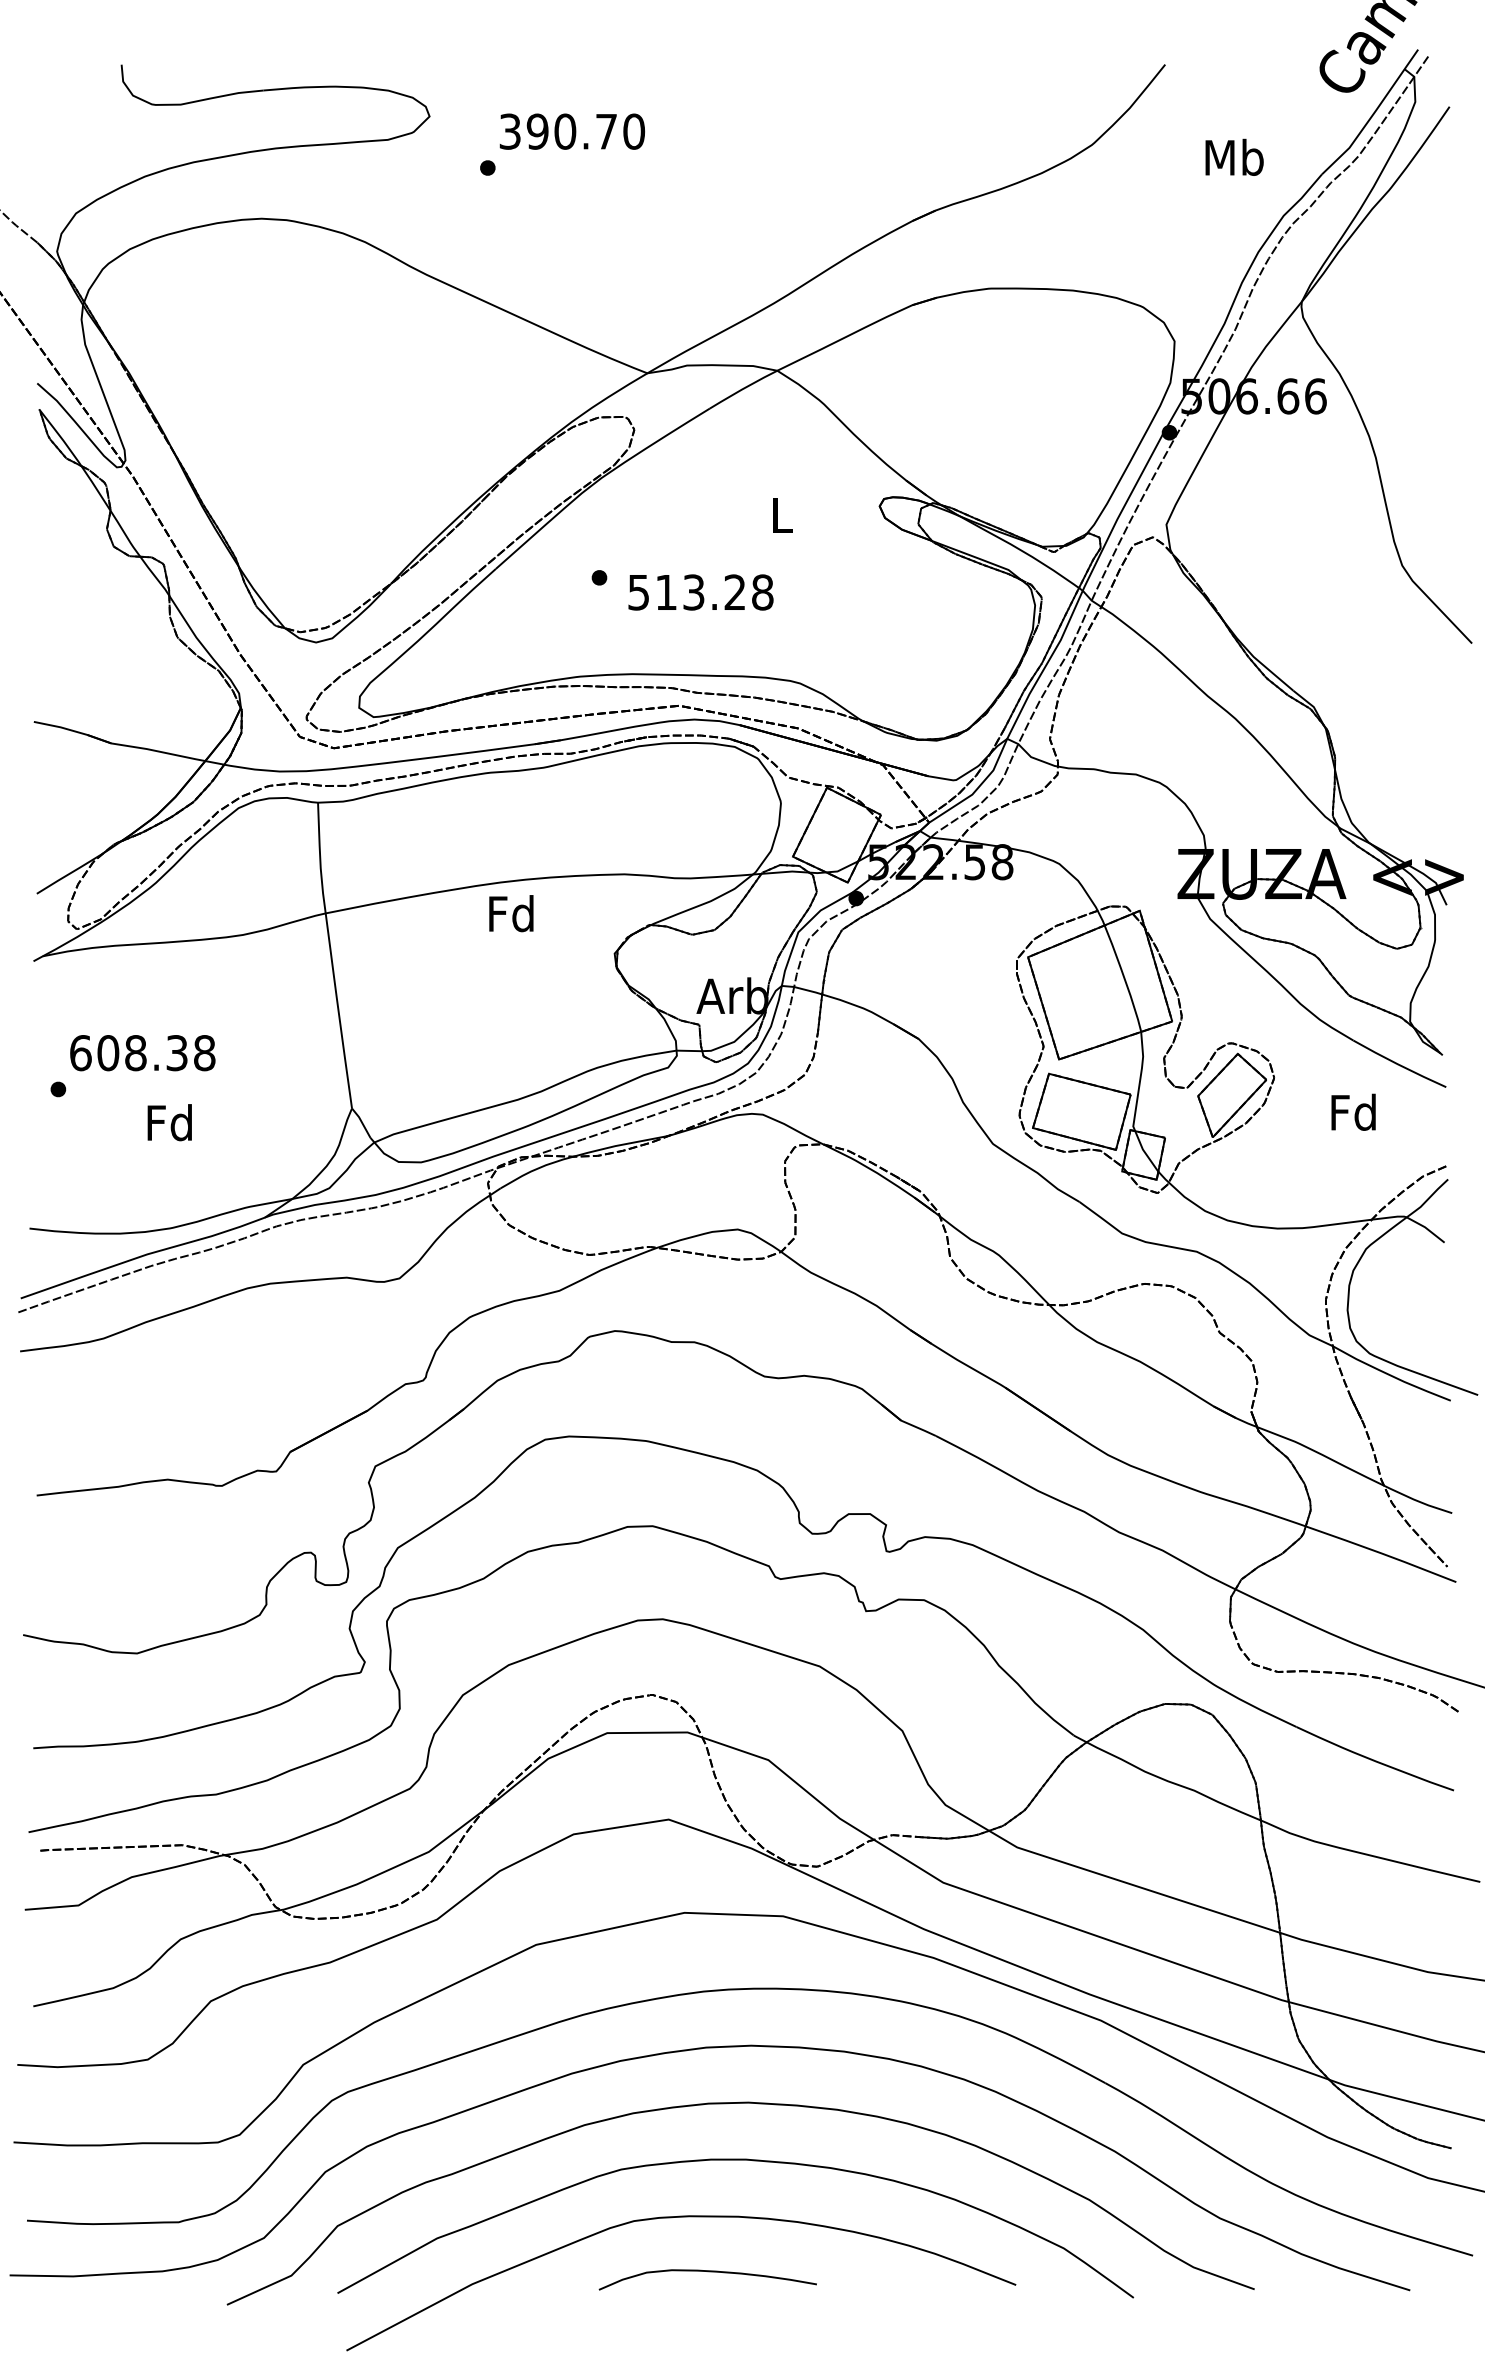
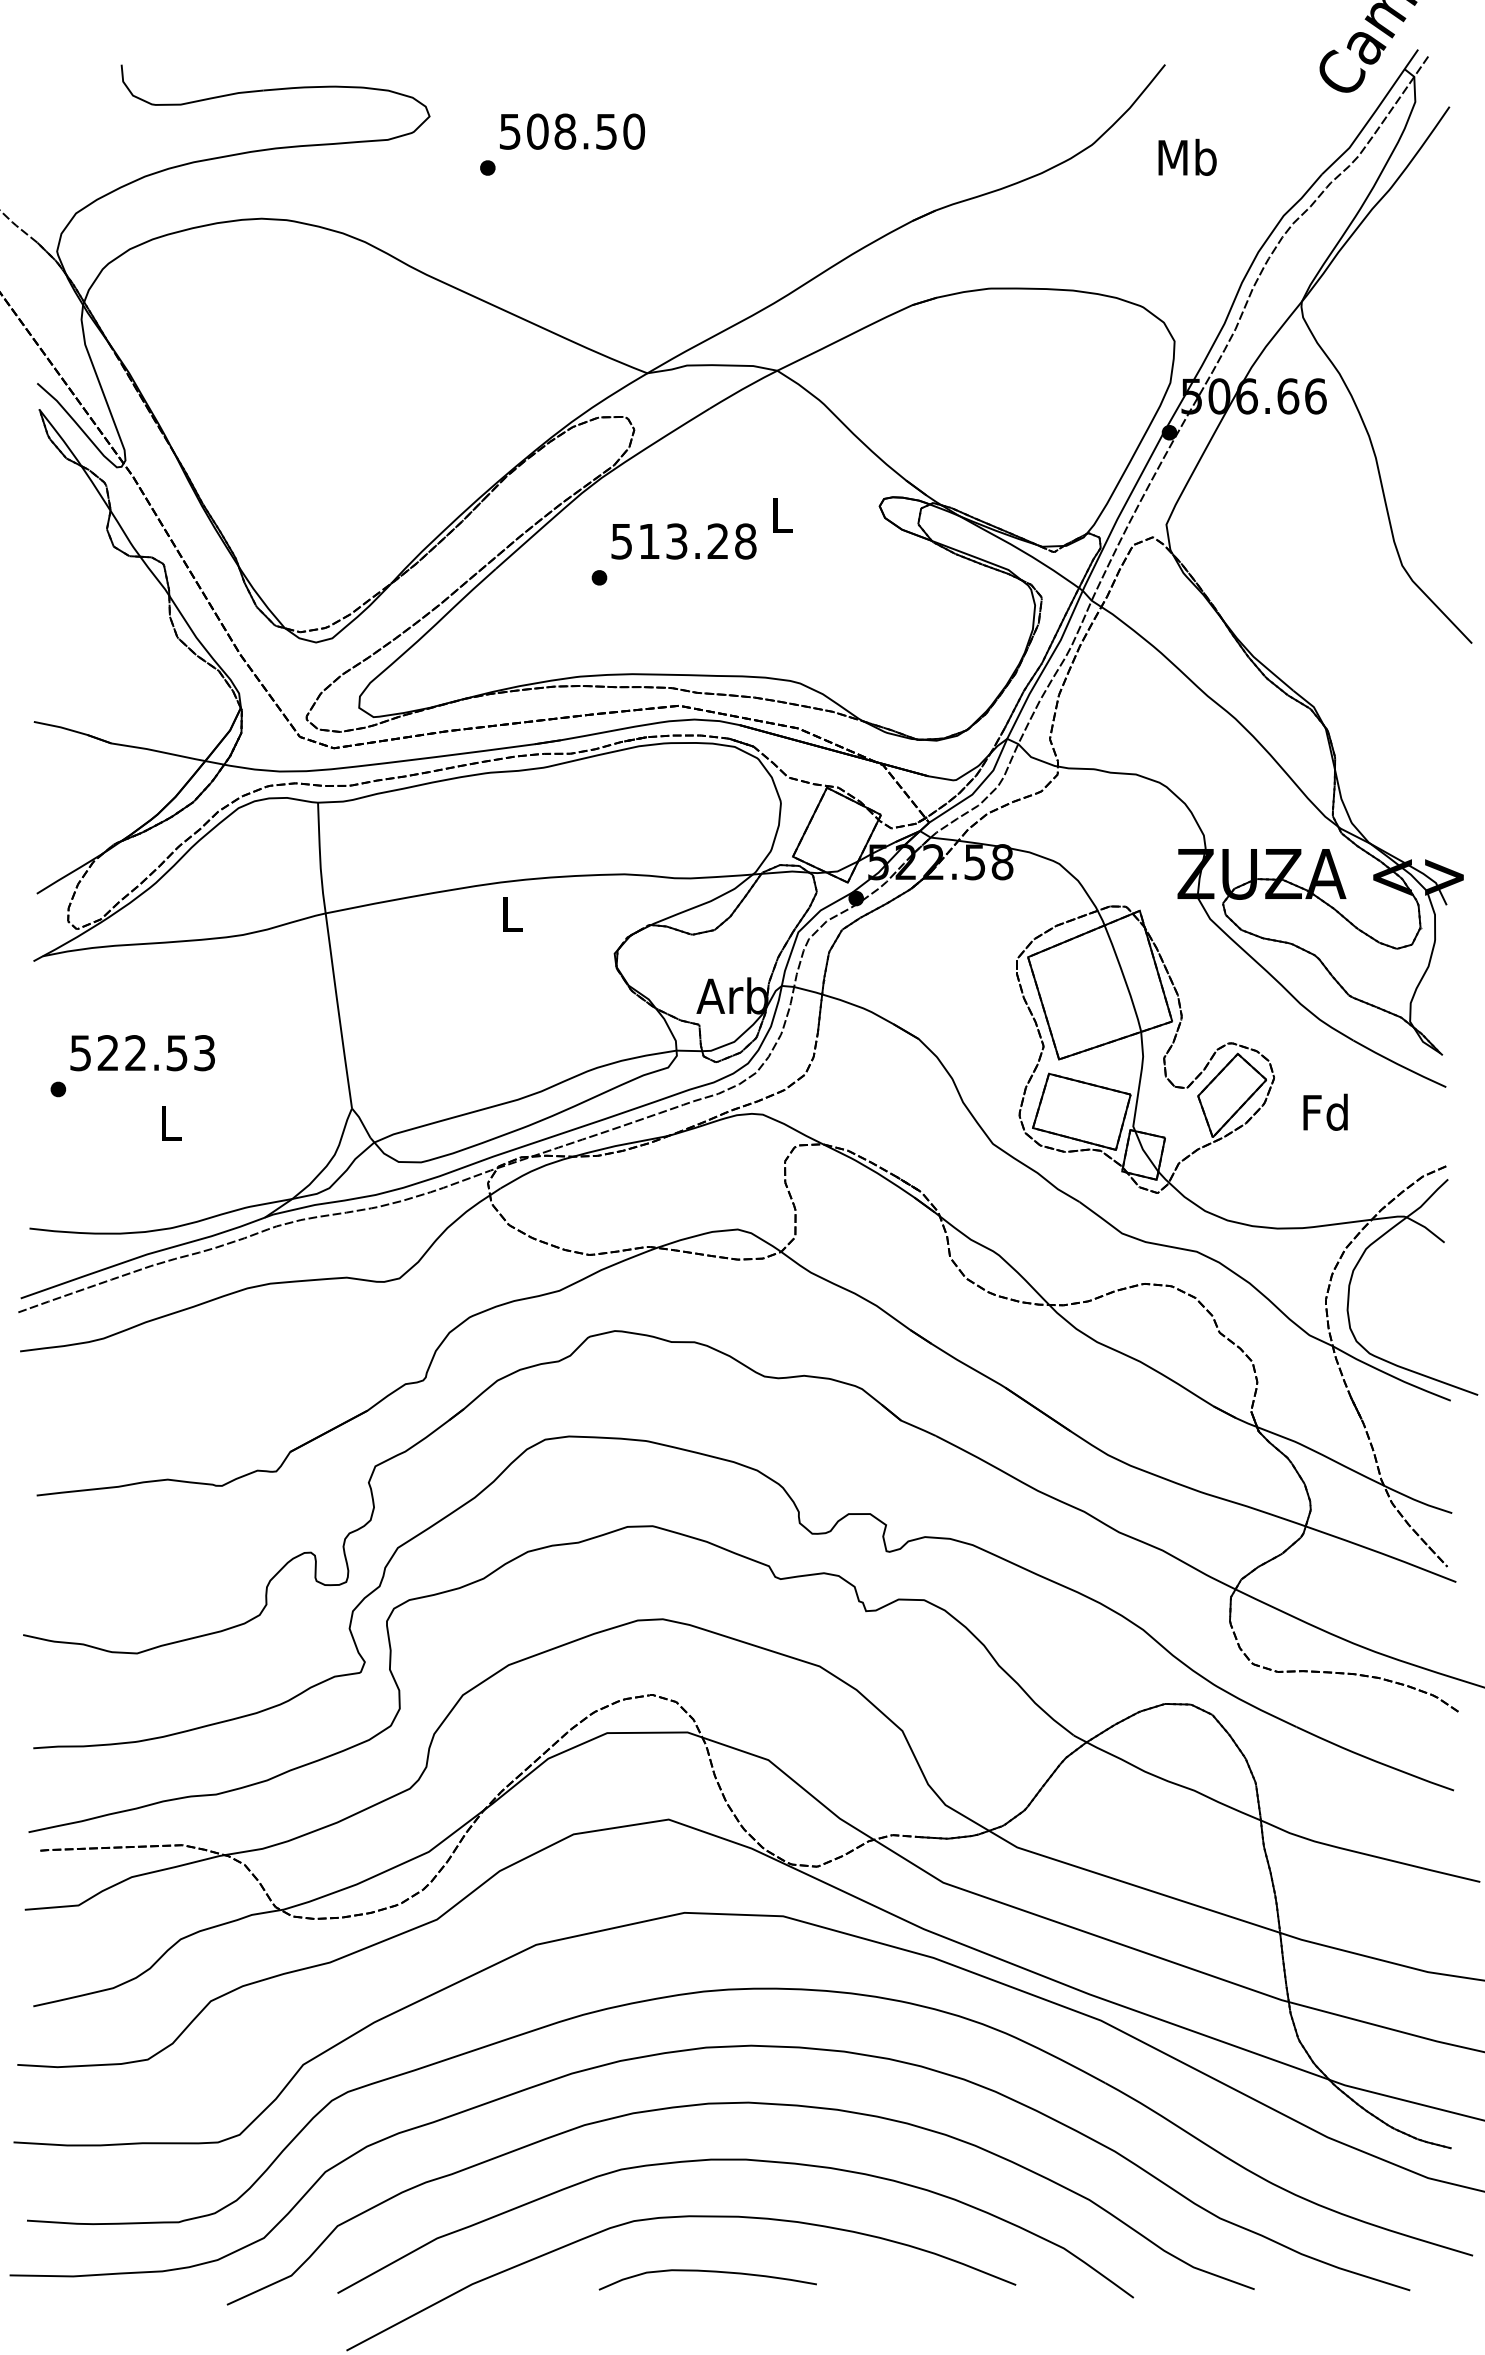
text at (558, 131): 390.70 -> 508.50
text at (1234, 156) position: (1234, 156) -> (1187, 156)
text at (700, 592) position: (700, 592) -> (683, 541)
text at (511, 913): Fd -> L
text at (142, 1053): 608.38 -> 522.53
text at (1353, 1111) position: (1353, 1111) -> (1325, 1111)
text at (169, 1122): Fd -> L
